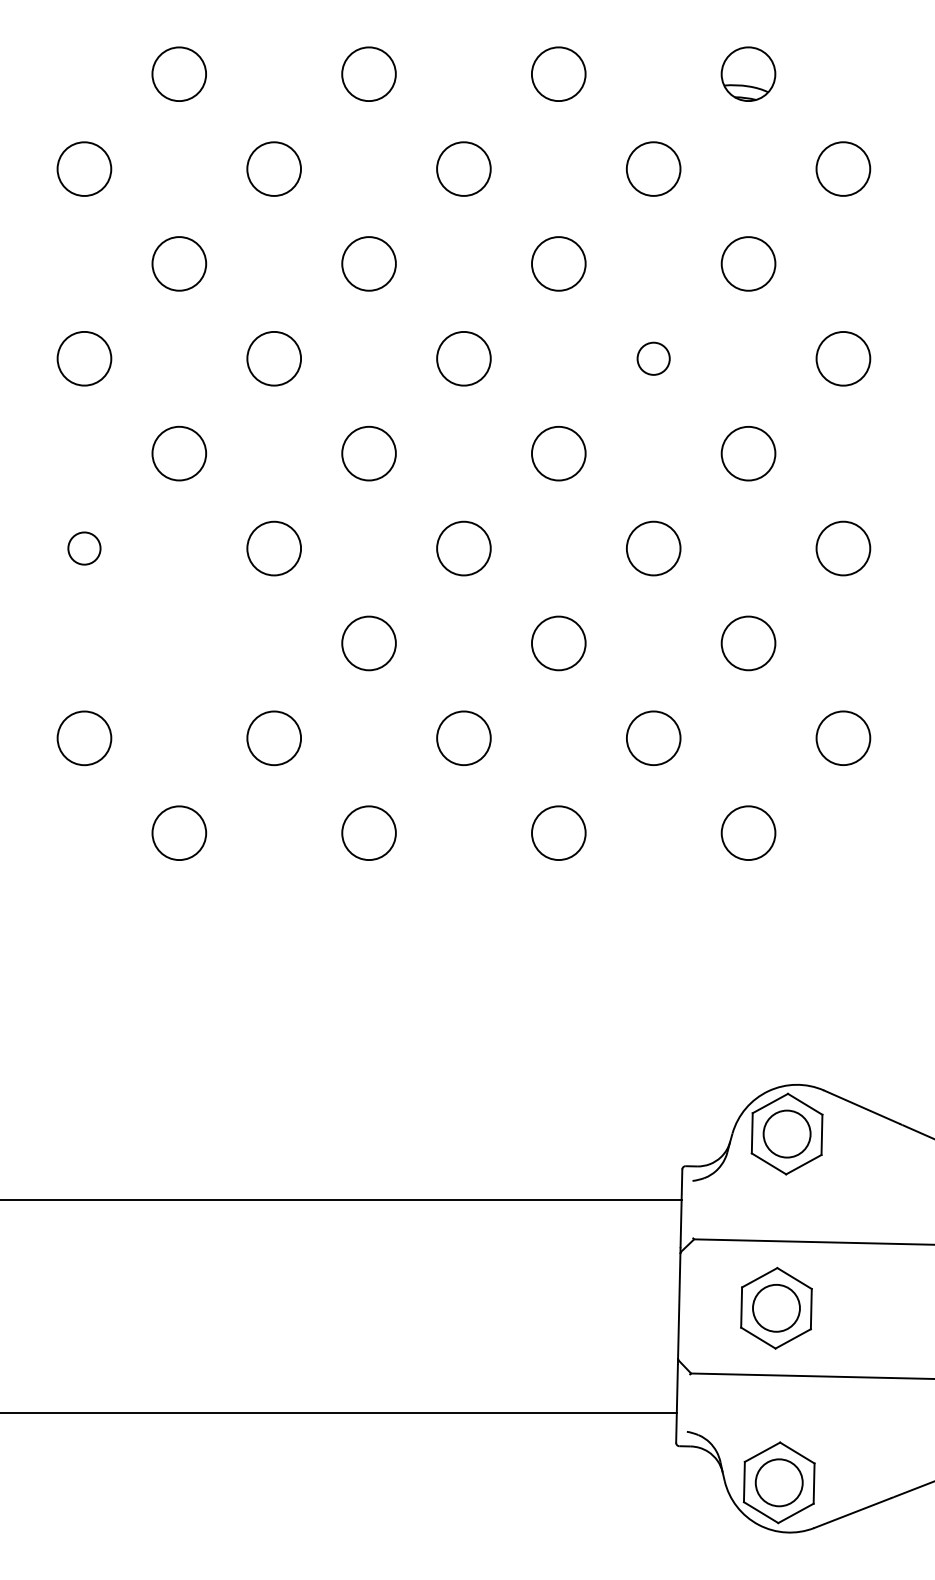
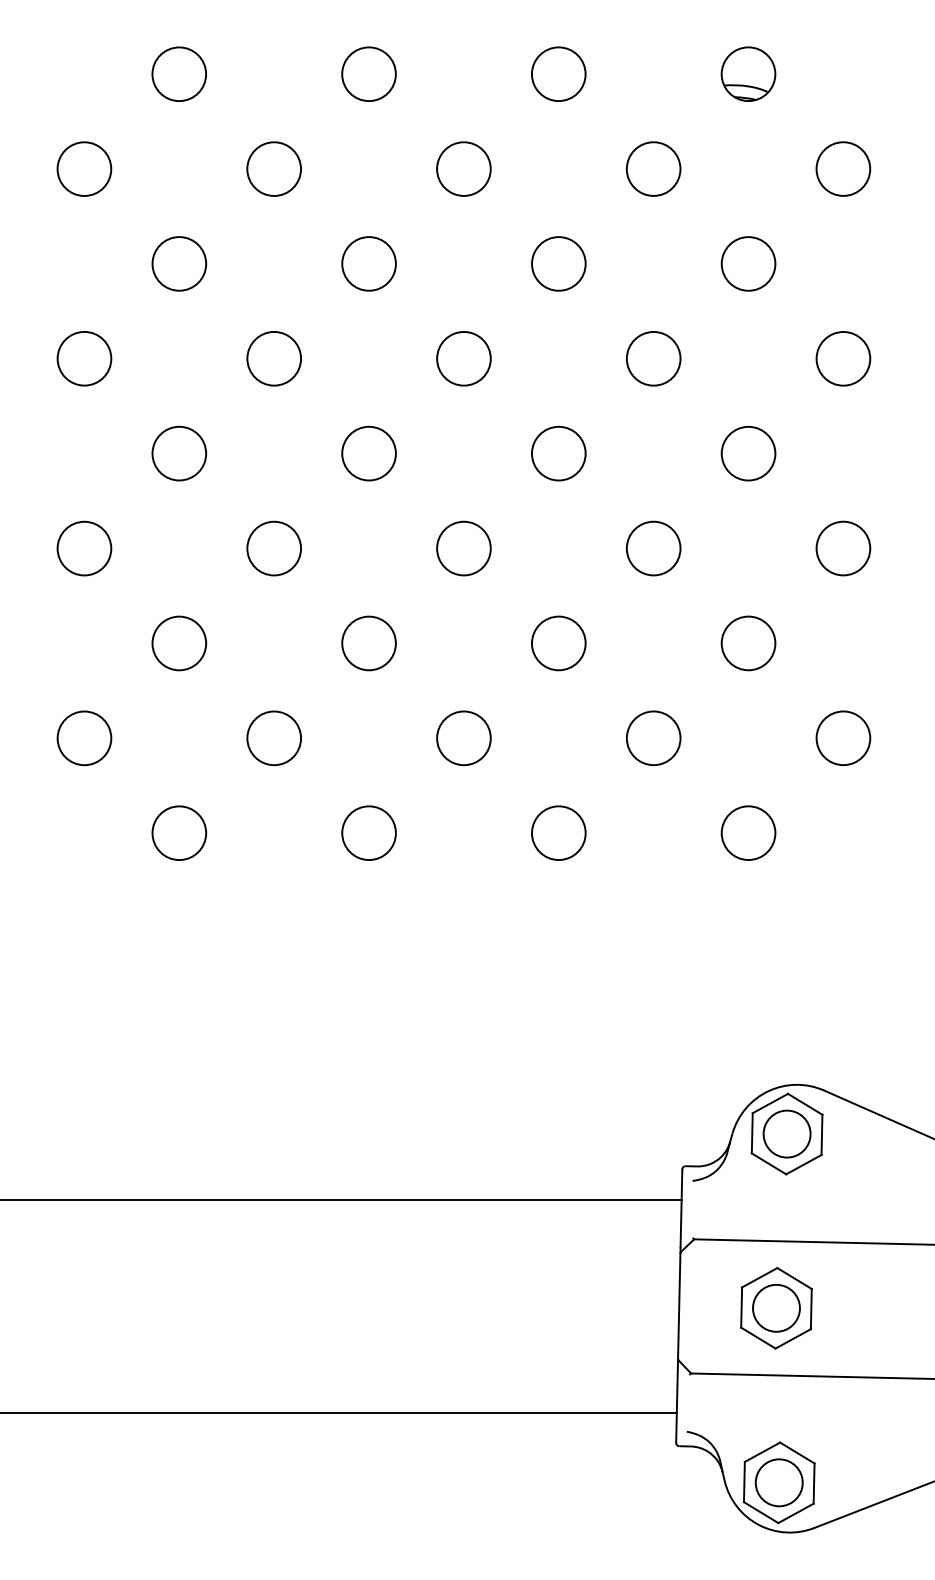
circle at (653, 358) diameter: 32 px -> 54 px
circle at (84, 548) size: 35x35 px -> 57x57 px
circle at (179, 643): none -> present
